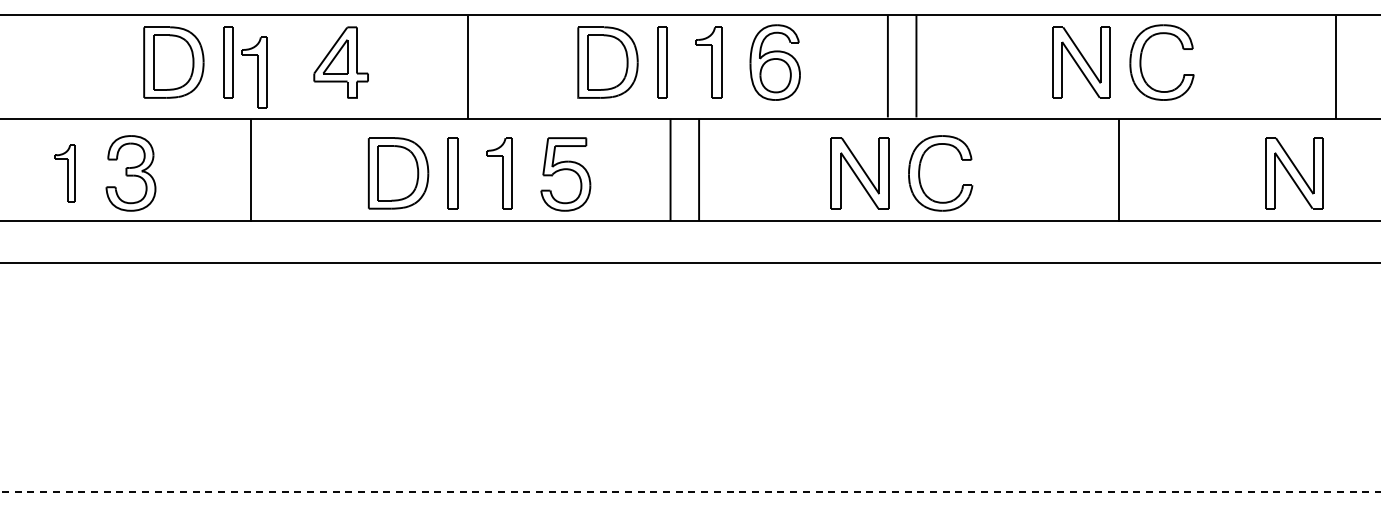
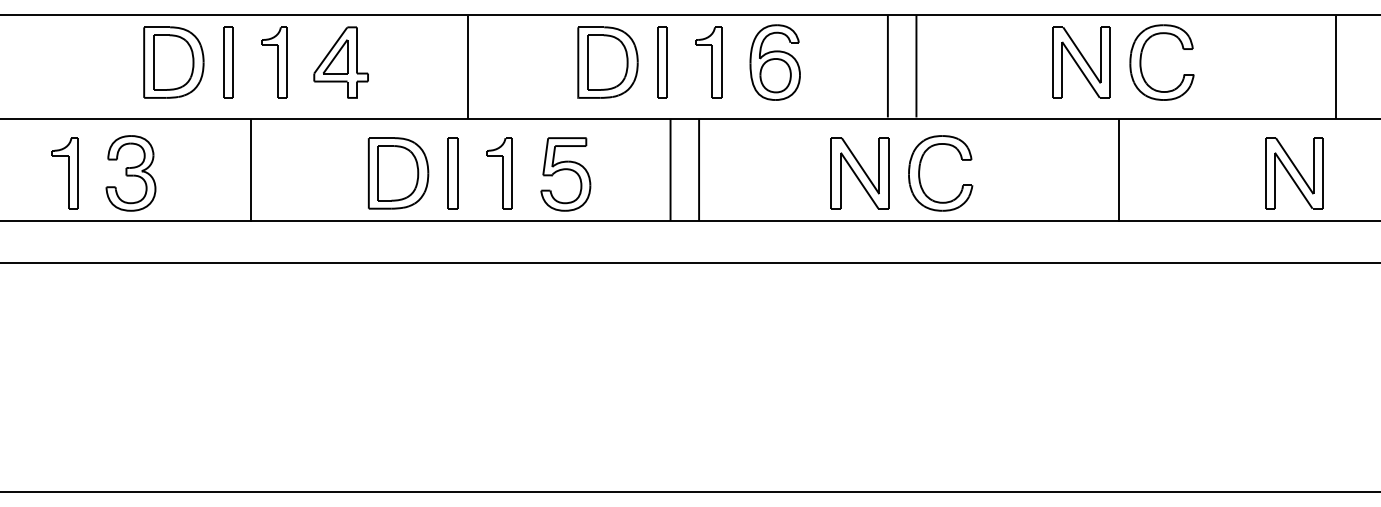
part at (254, 72) position: (254, 72) -> (274, 62)
part at (64, 173) size: 22x59 px -> 28x73 px
line at (689, 491): dashed -> solid
